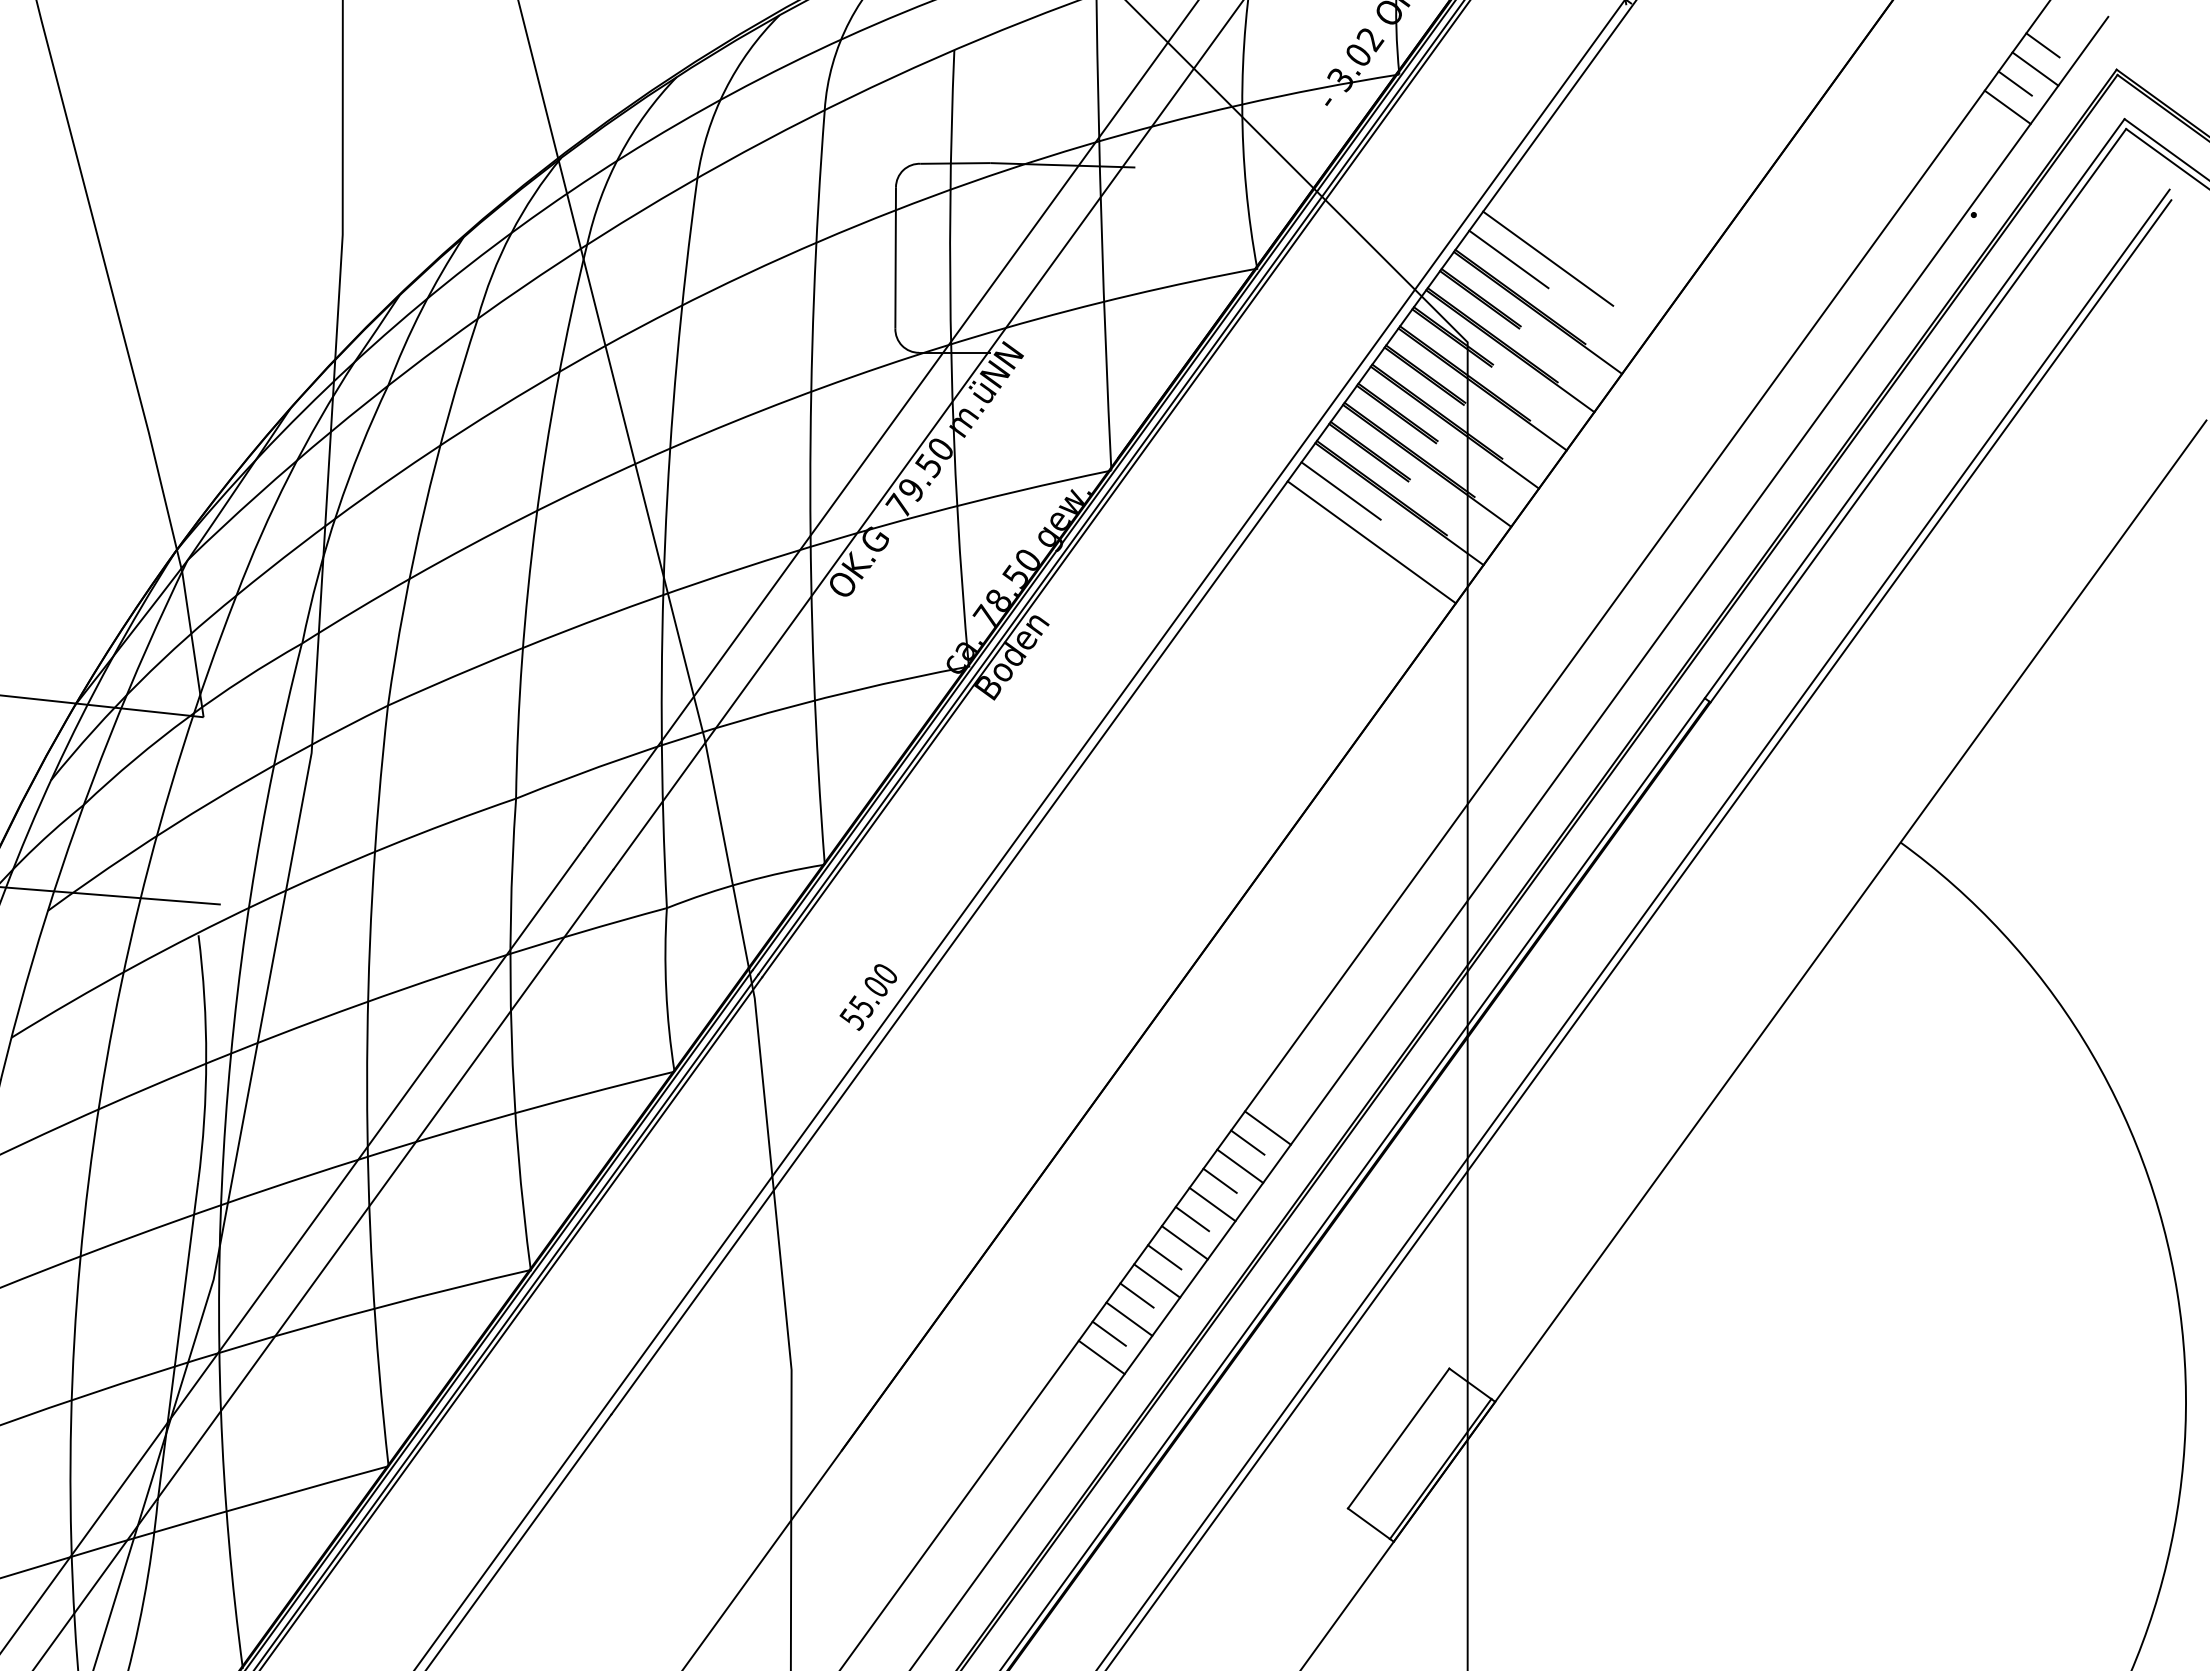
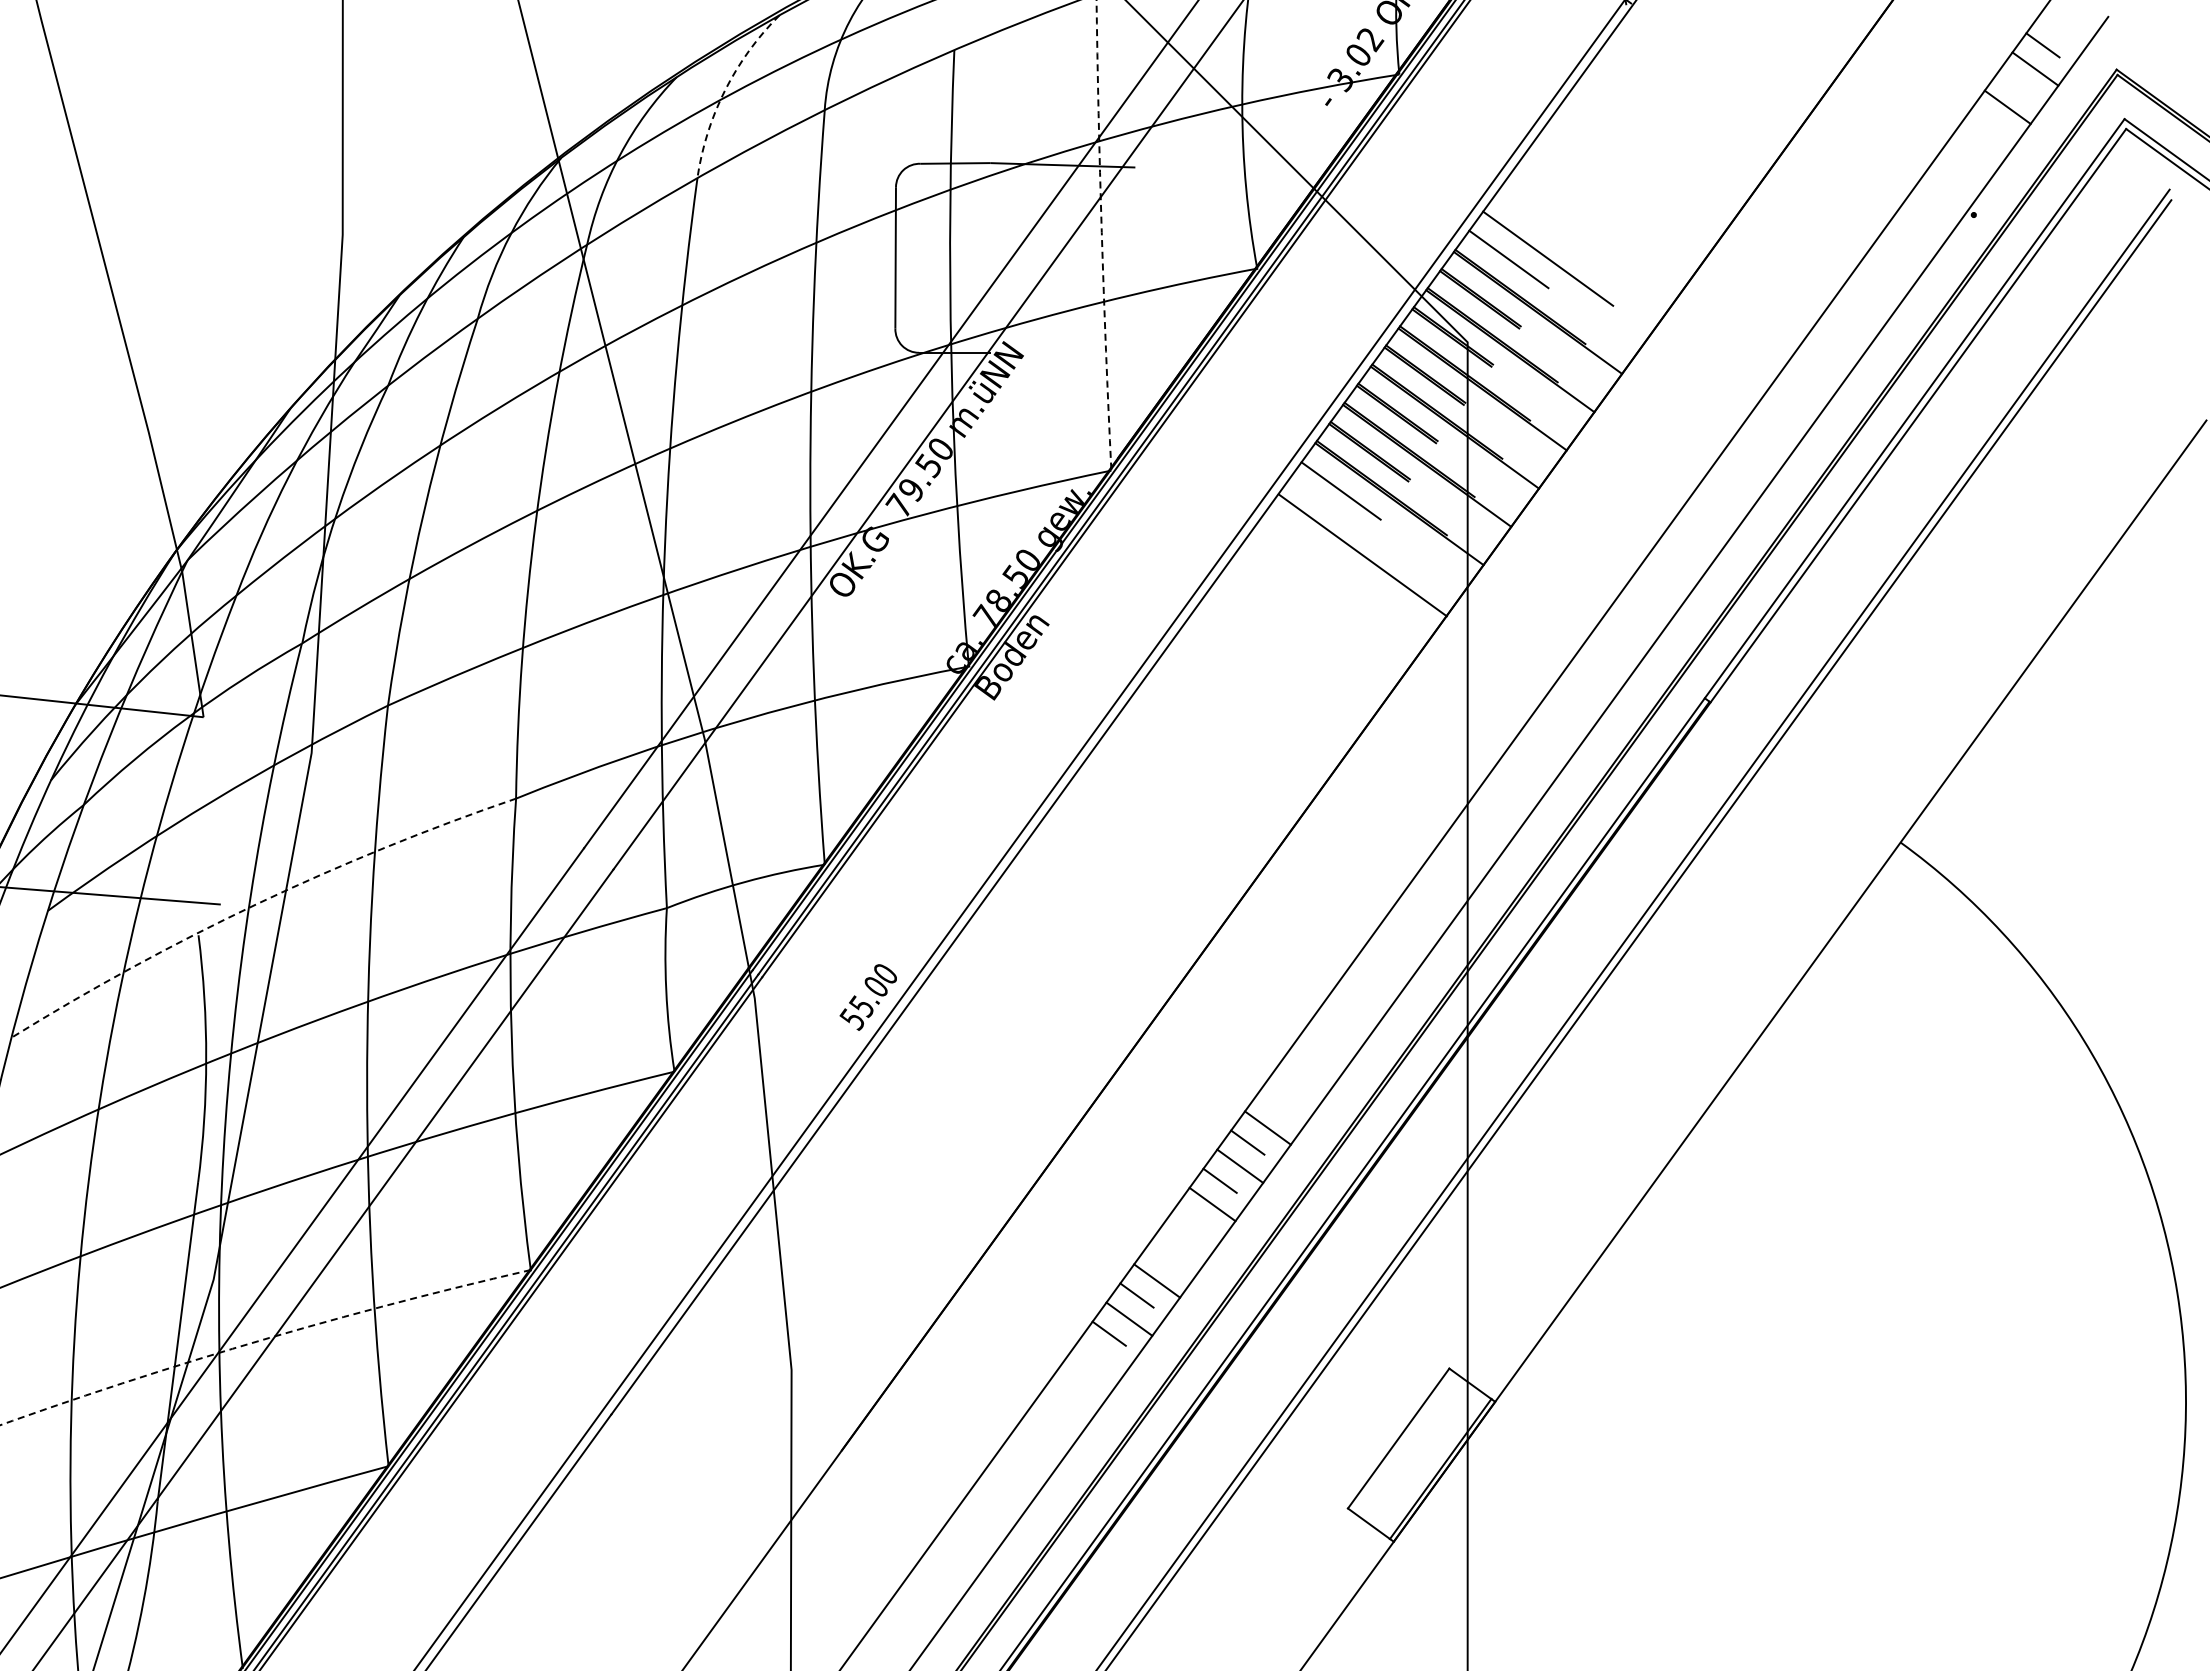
line at (2014, 83): present -> none
arc at (725, 90): solid -> dashed
arc at (1101, 235): solid -> dashed
line at (1371, 542) position: (1371, 542) -> (1362, 555)
arc at (257, 903): solid -> dashed
line at (1192, 1219): present -> none
line at (1184, 1242): present -> none
line at (1164, 1257): present -> none
arc at (262, 1339): solid -> dashed
line at (1101, 1357): present -> none
